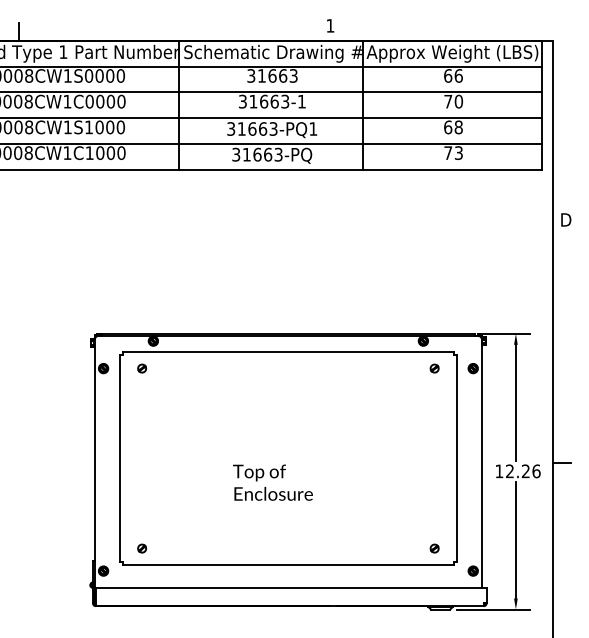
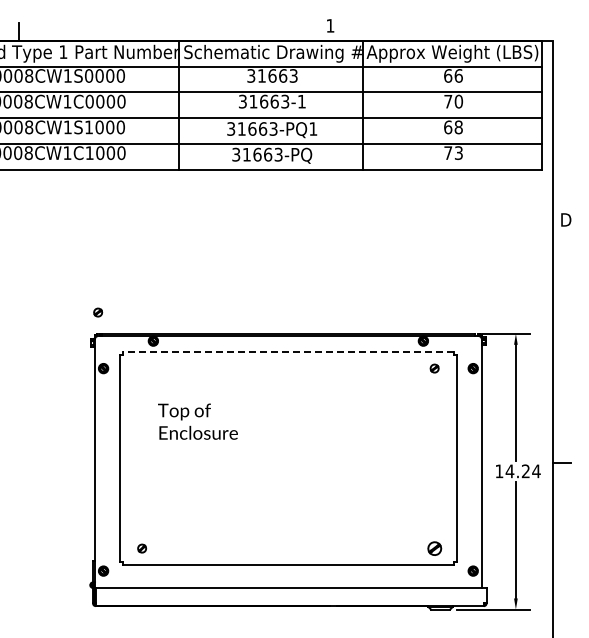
line at (287, 351): solid -> dashed
part at (142, 368) position: (142, 368) -> (98, 312)
text at (522, 471): 12.26 -> 14.24
text at (272, 482) position: (272, 482) -> (197, 421)
part at (434, 548) size: 11x11 px -> 16x15 px
